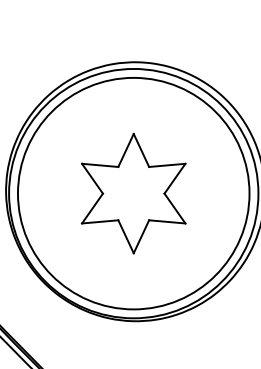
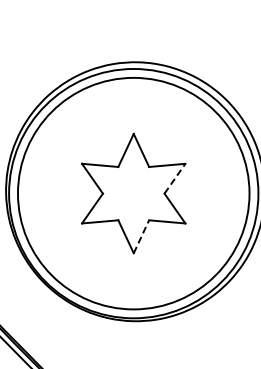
line at (175, 178): solid -> dashed
line at (141, 236): solid -> dashed
